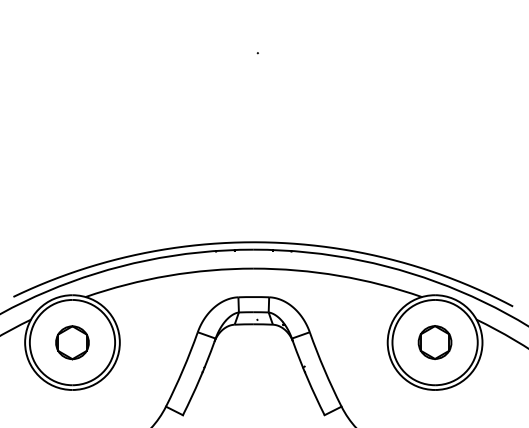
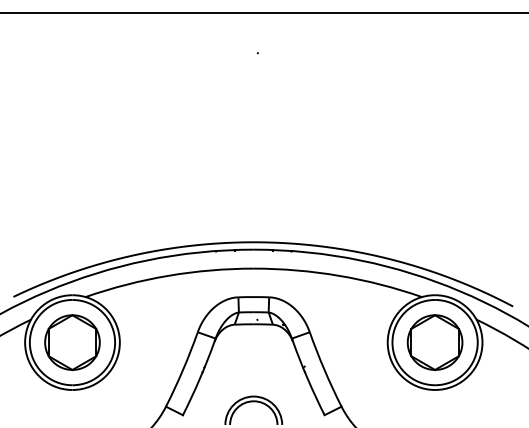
line at (263, 12): none -> present
part at (72, 342) size: 35x36 px -> 57x58 px
part at (434, 342) size: 36x35 px -> 58x57 px
part at (253, 402): none -> present
